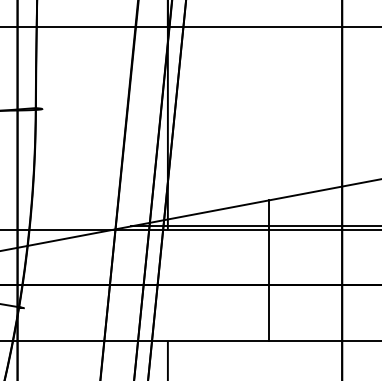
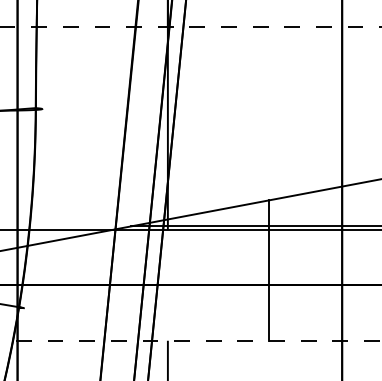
line at (191, 27): solid -> dashed
line at (190, 340): solid -> dashed
